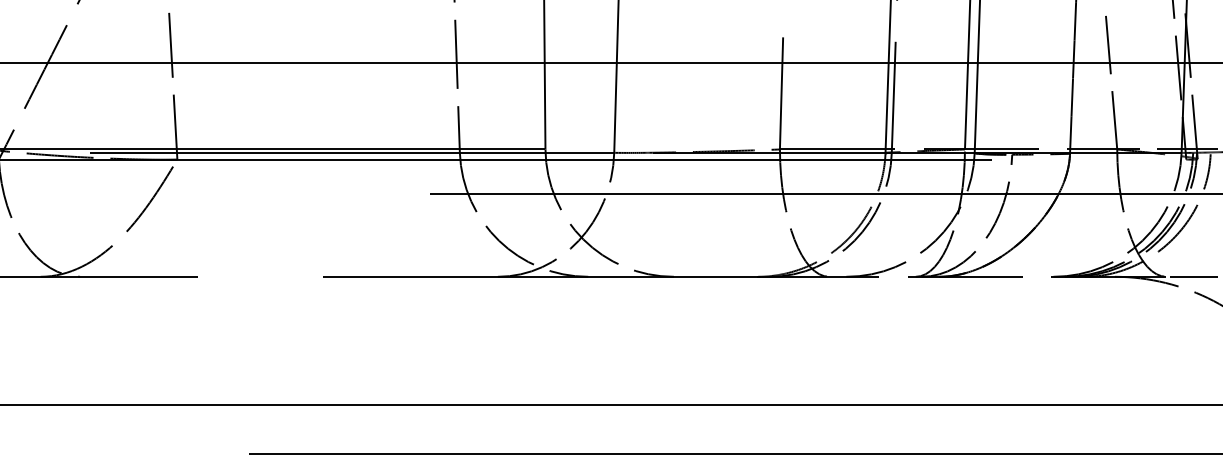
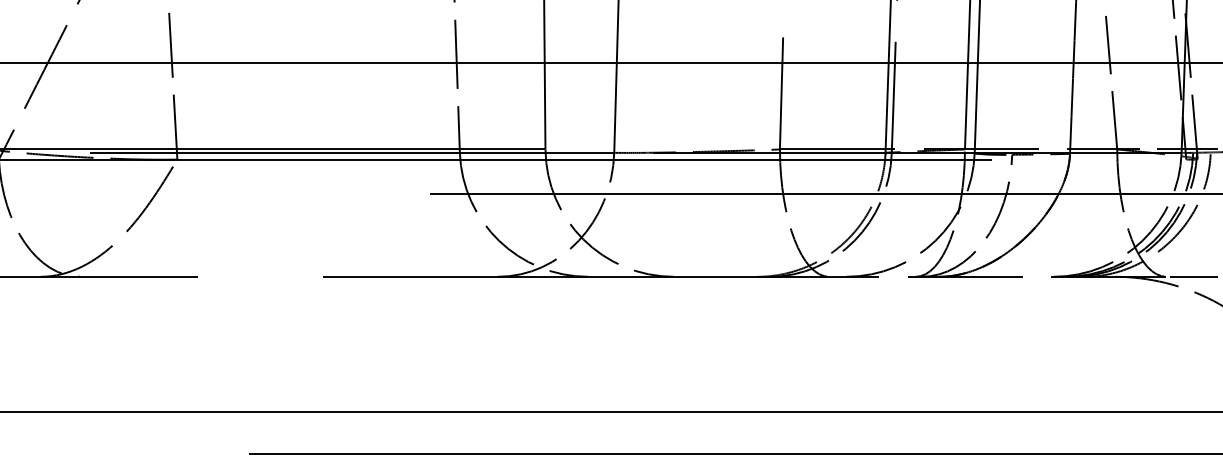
line at (610, 405) position: (610, 405) -> (610, 412)
